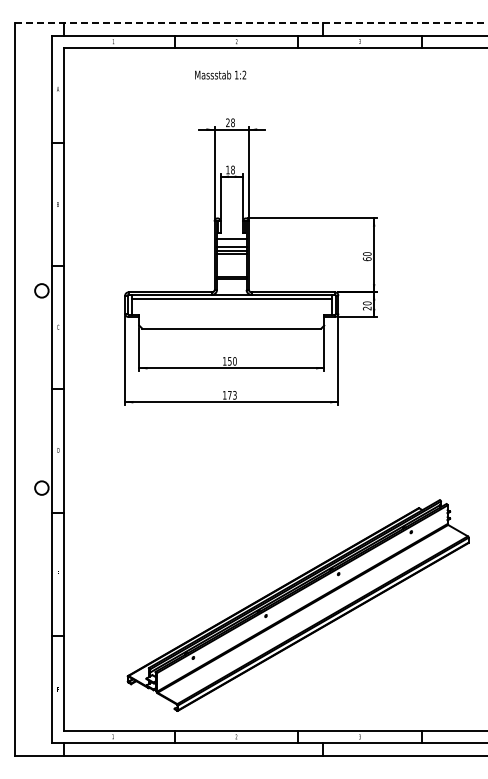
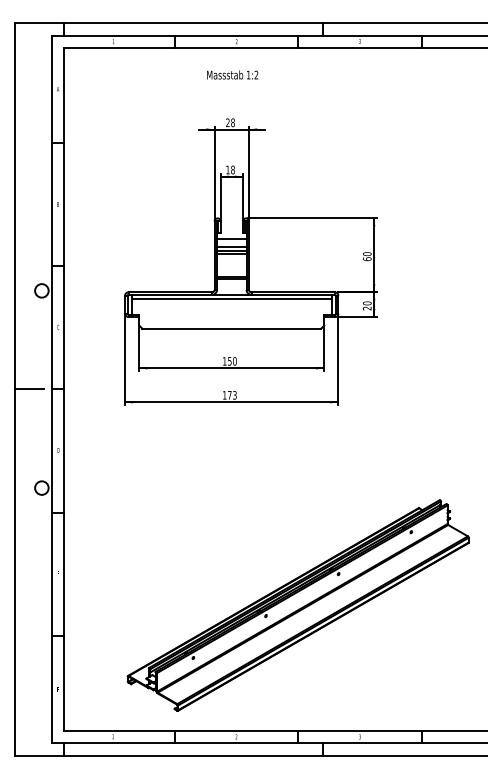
line at (251, 23): dashed -> solid
text at (220, 74) position: (220, 74) -> (232, 74)
line at (29, 389): none -> present
